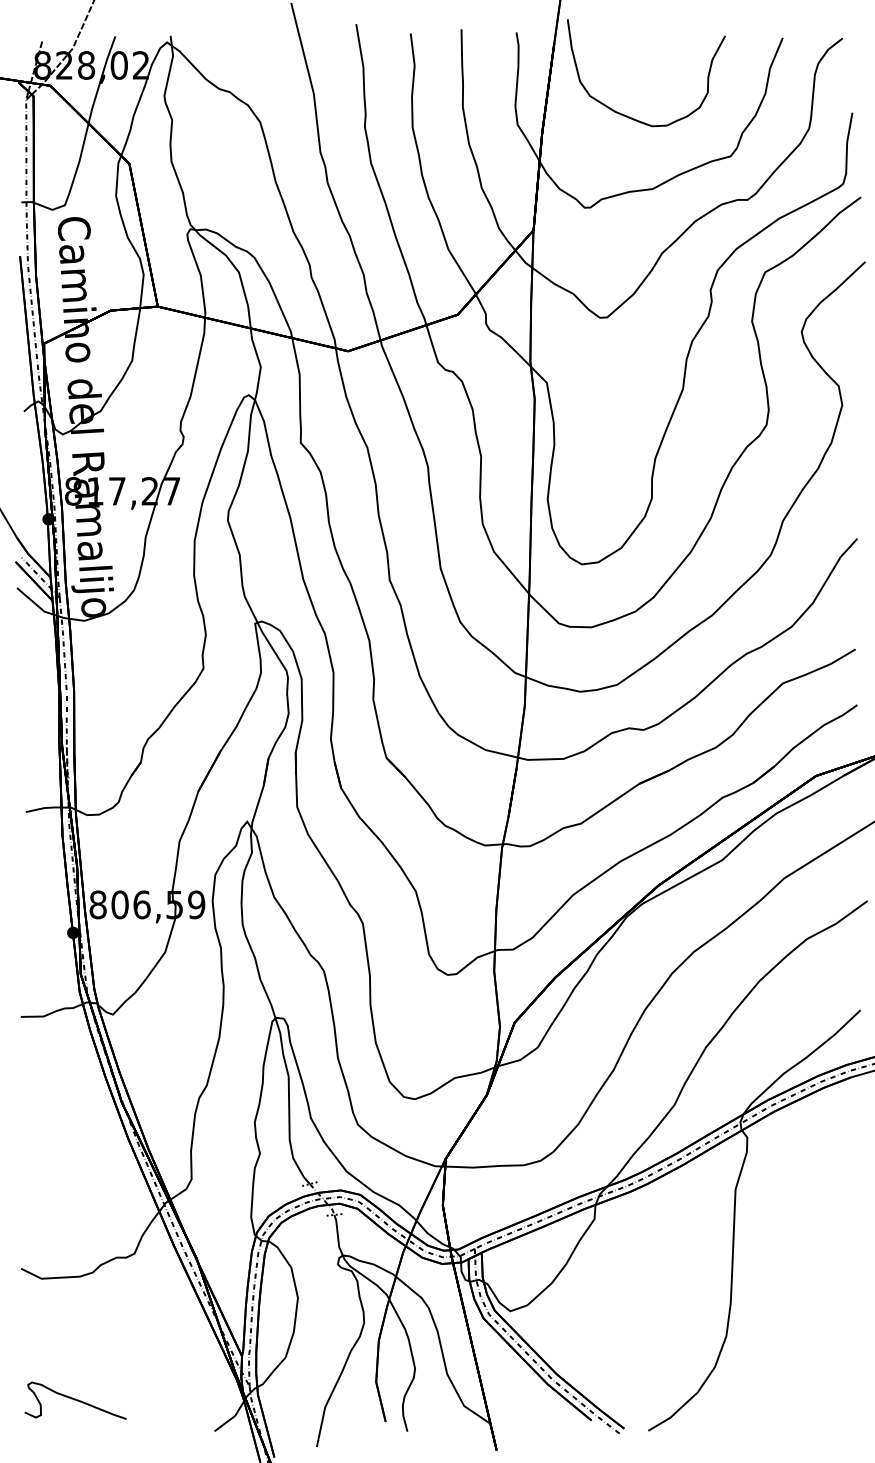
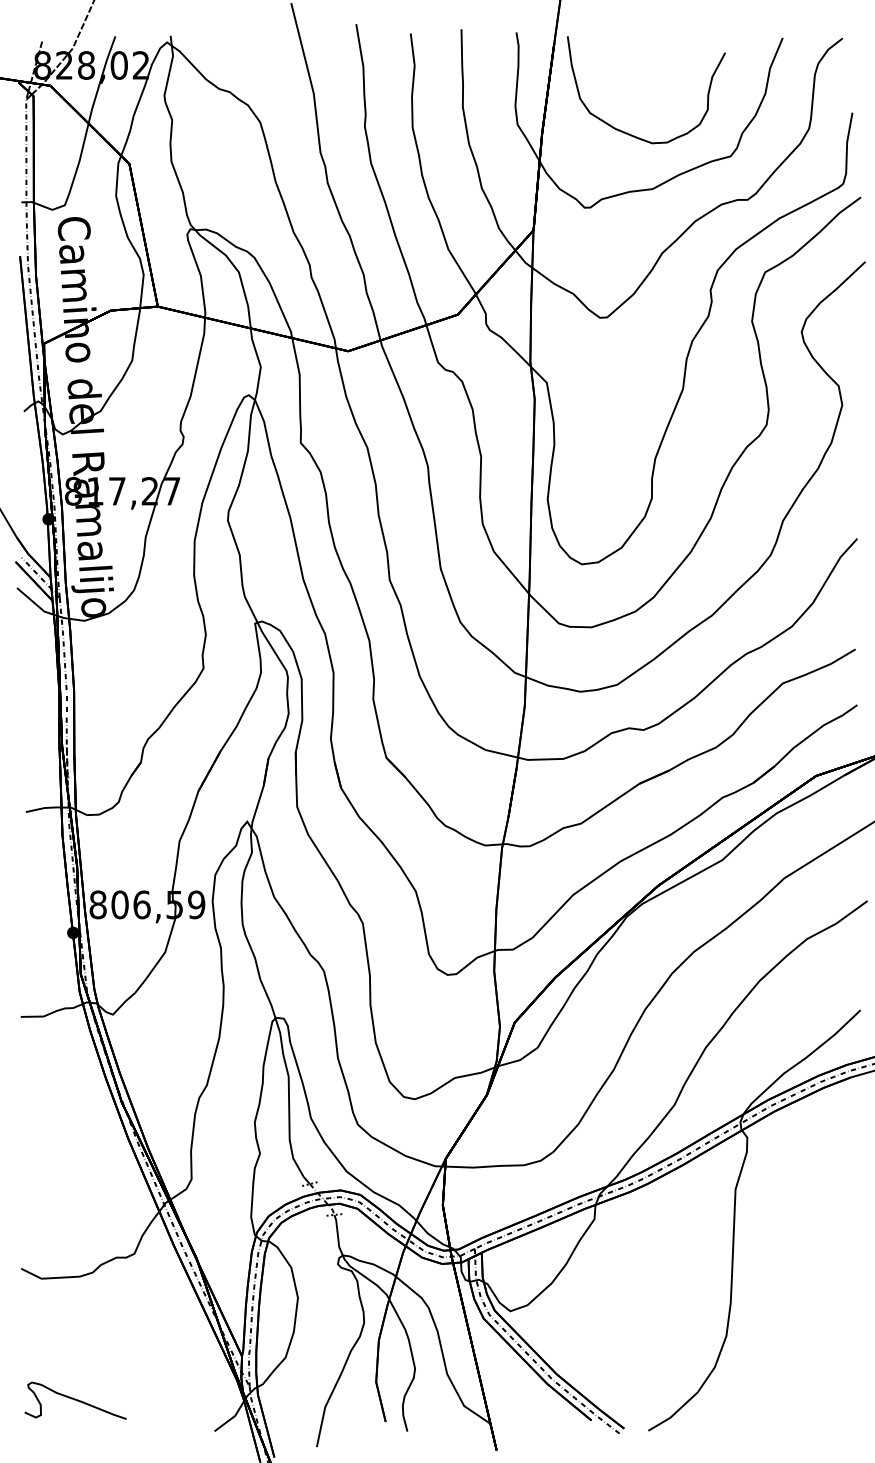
curve at (627, 115) position: (627, 115) -> (627, 132)
